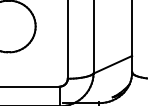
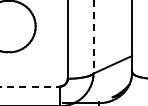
line at (93, 37): solid -> dashed
line at (29, 86): solid -> dashed
